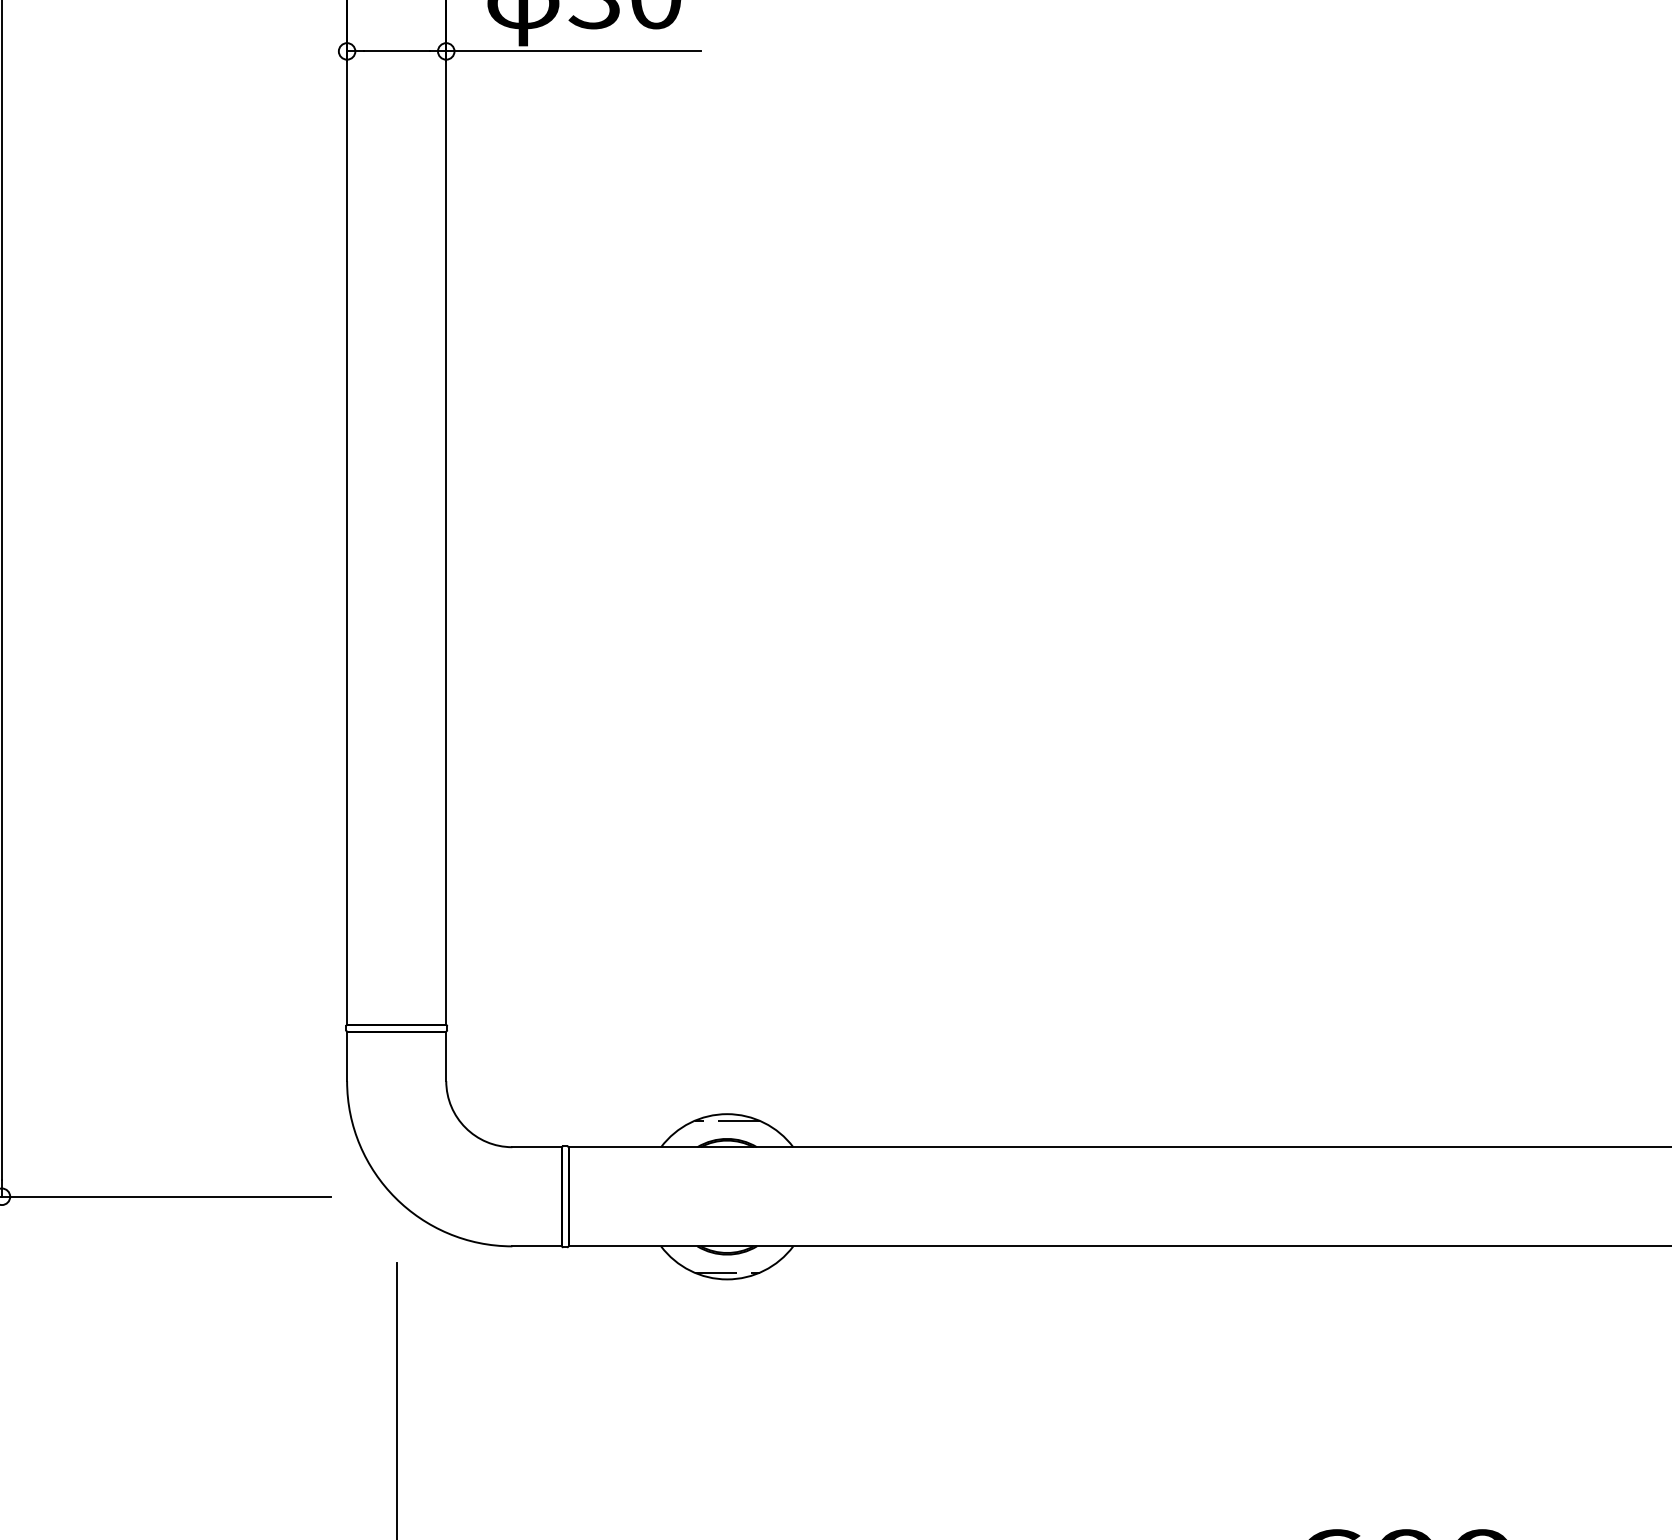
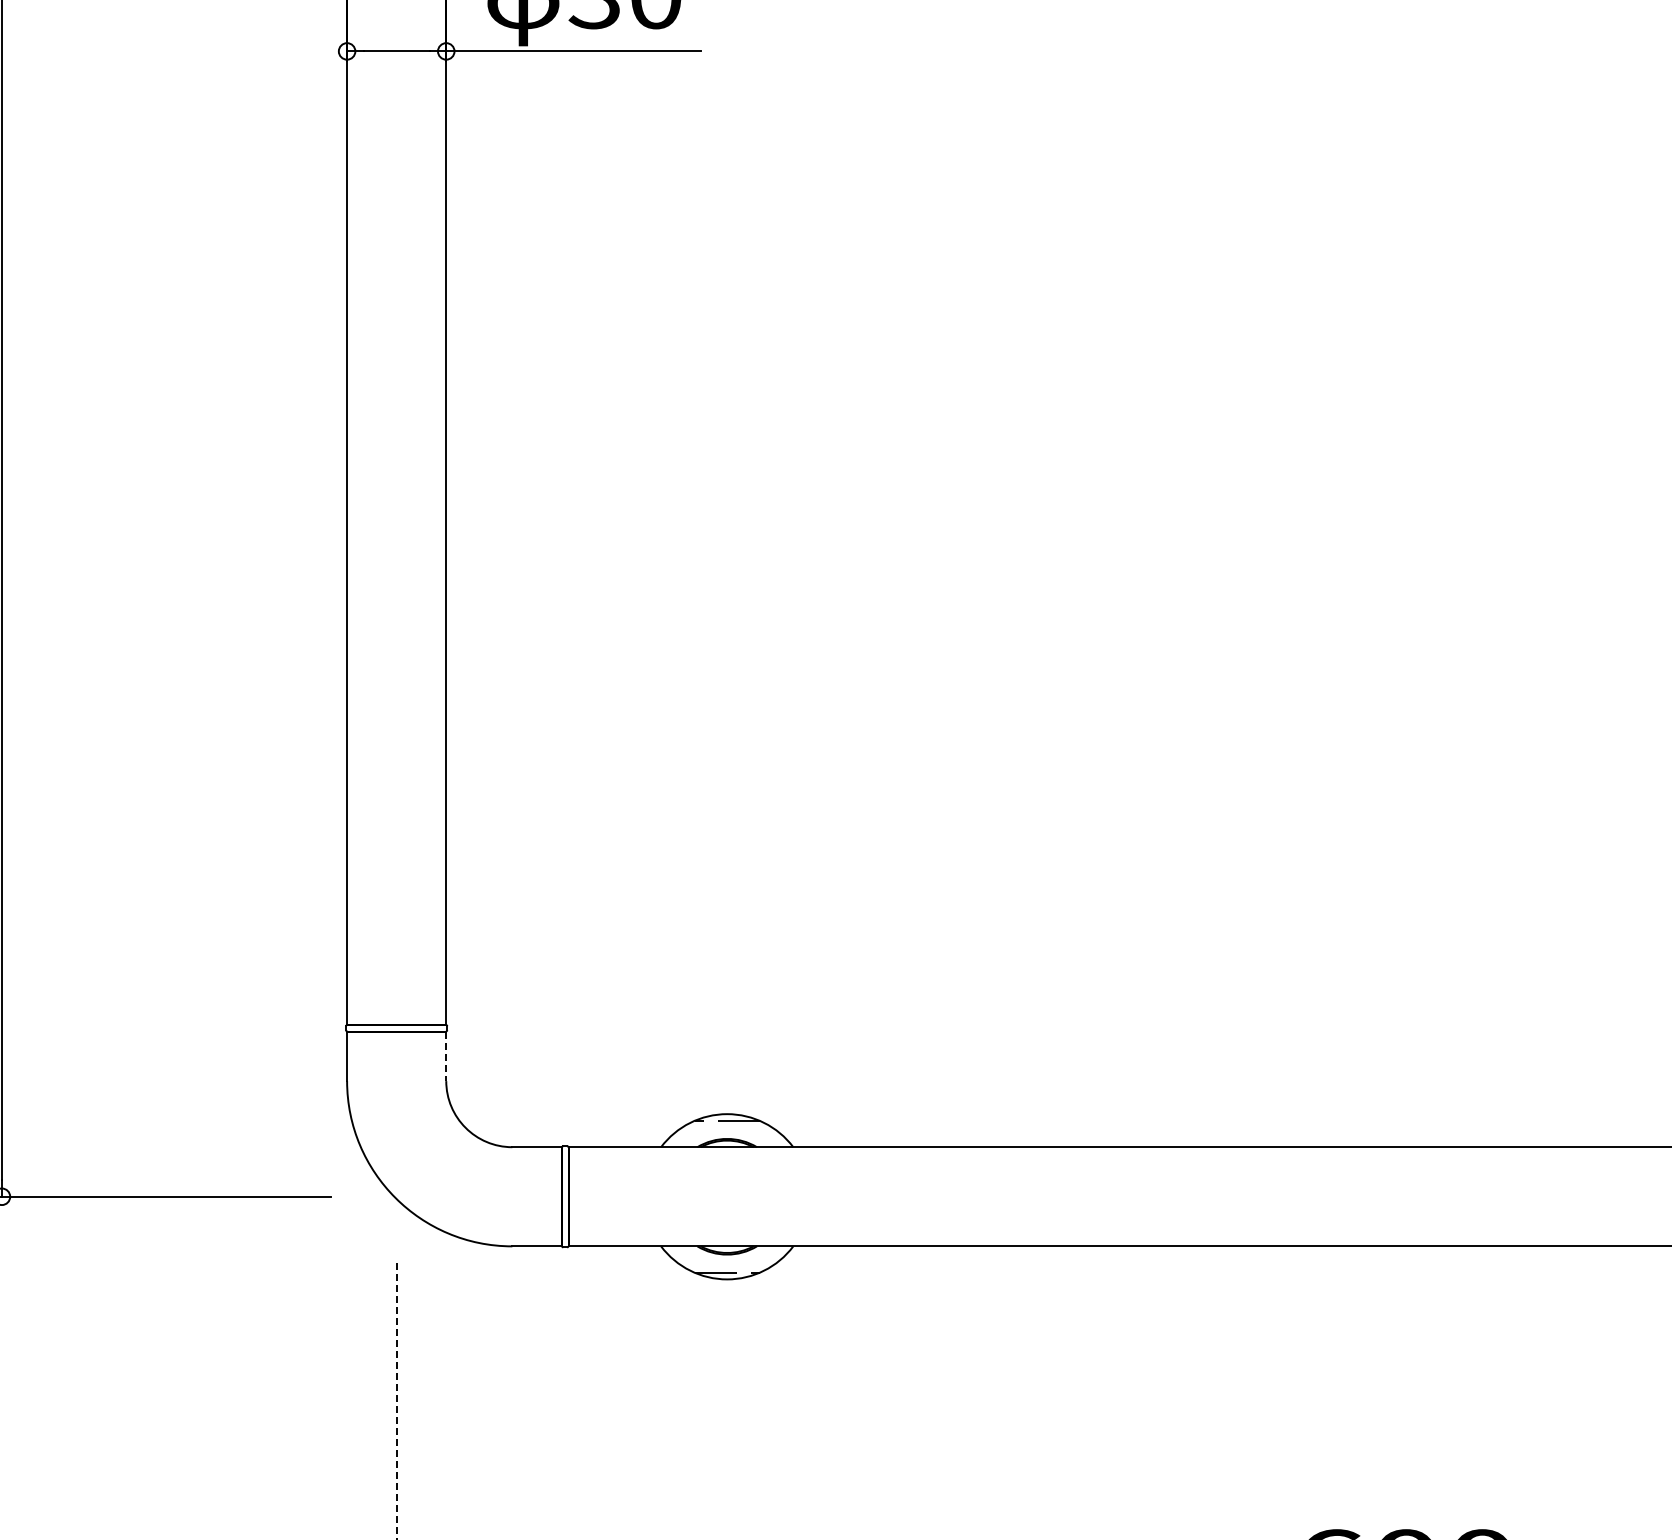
line at (446, 1056): solid -> dashed
line at (396, 1401): solid -> dashed
